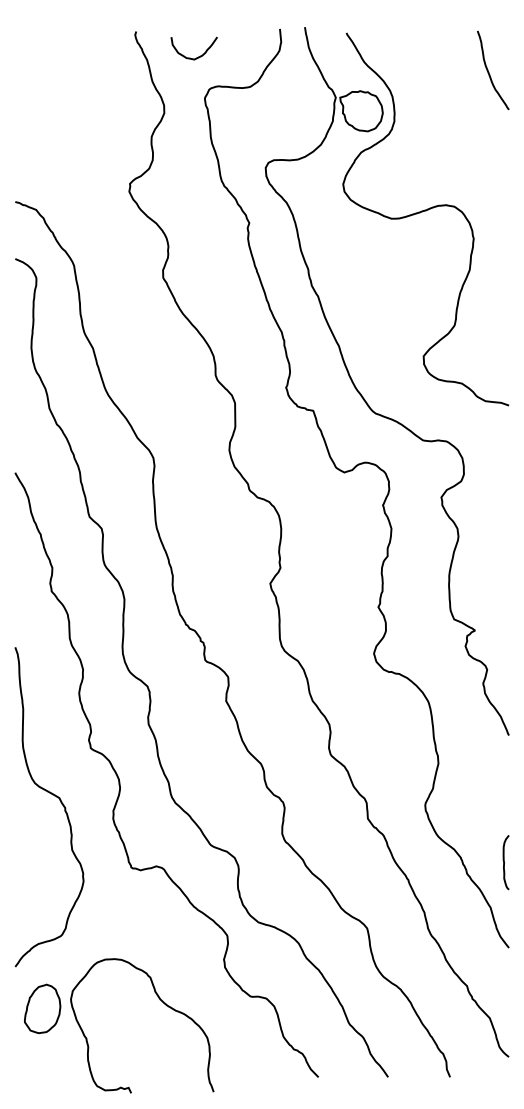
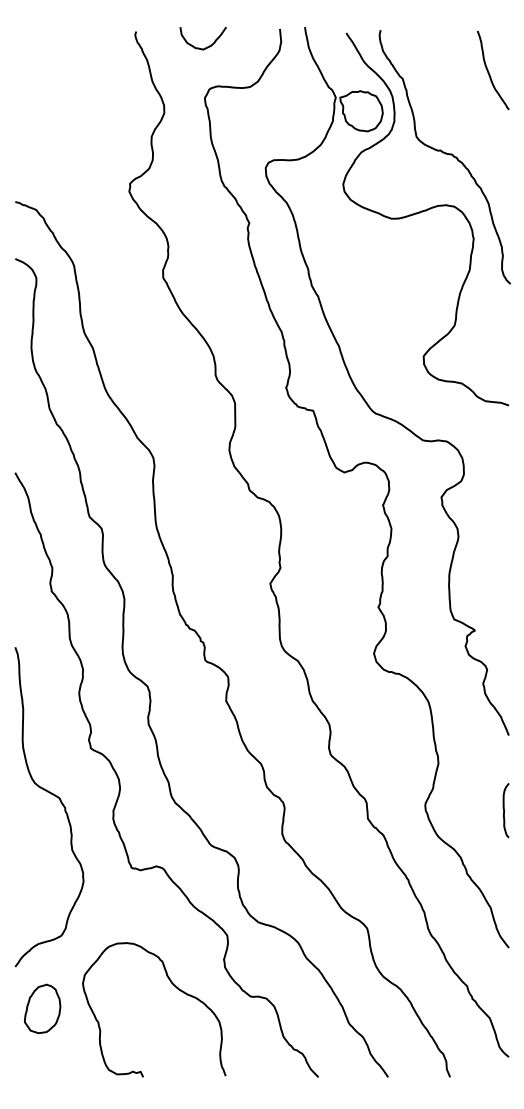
curve at (198, 56) position: (198, 56) -> (207, 46)
curve at (445, 154): none -> present
curve at (504, 862) position: (504, 862) -> (504, 810)
curve at (163, 1003) position: (163, 1003) -> (175, 987)
